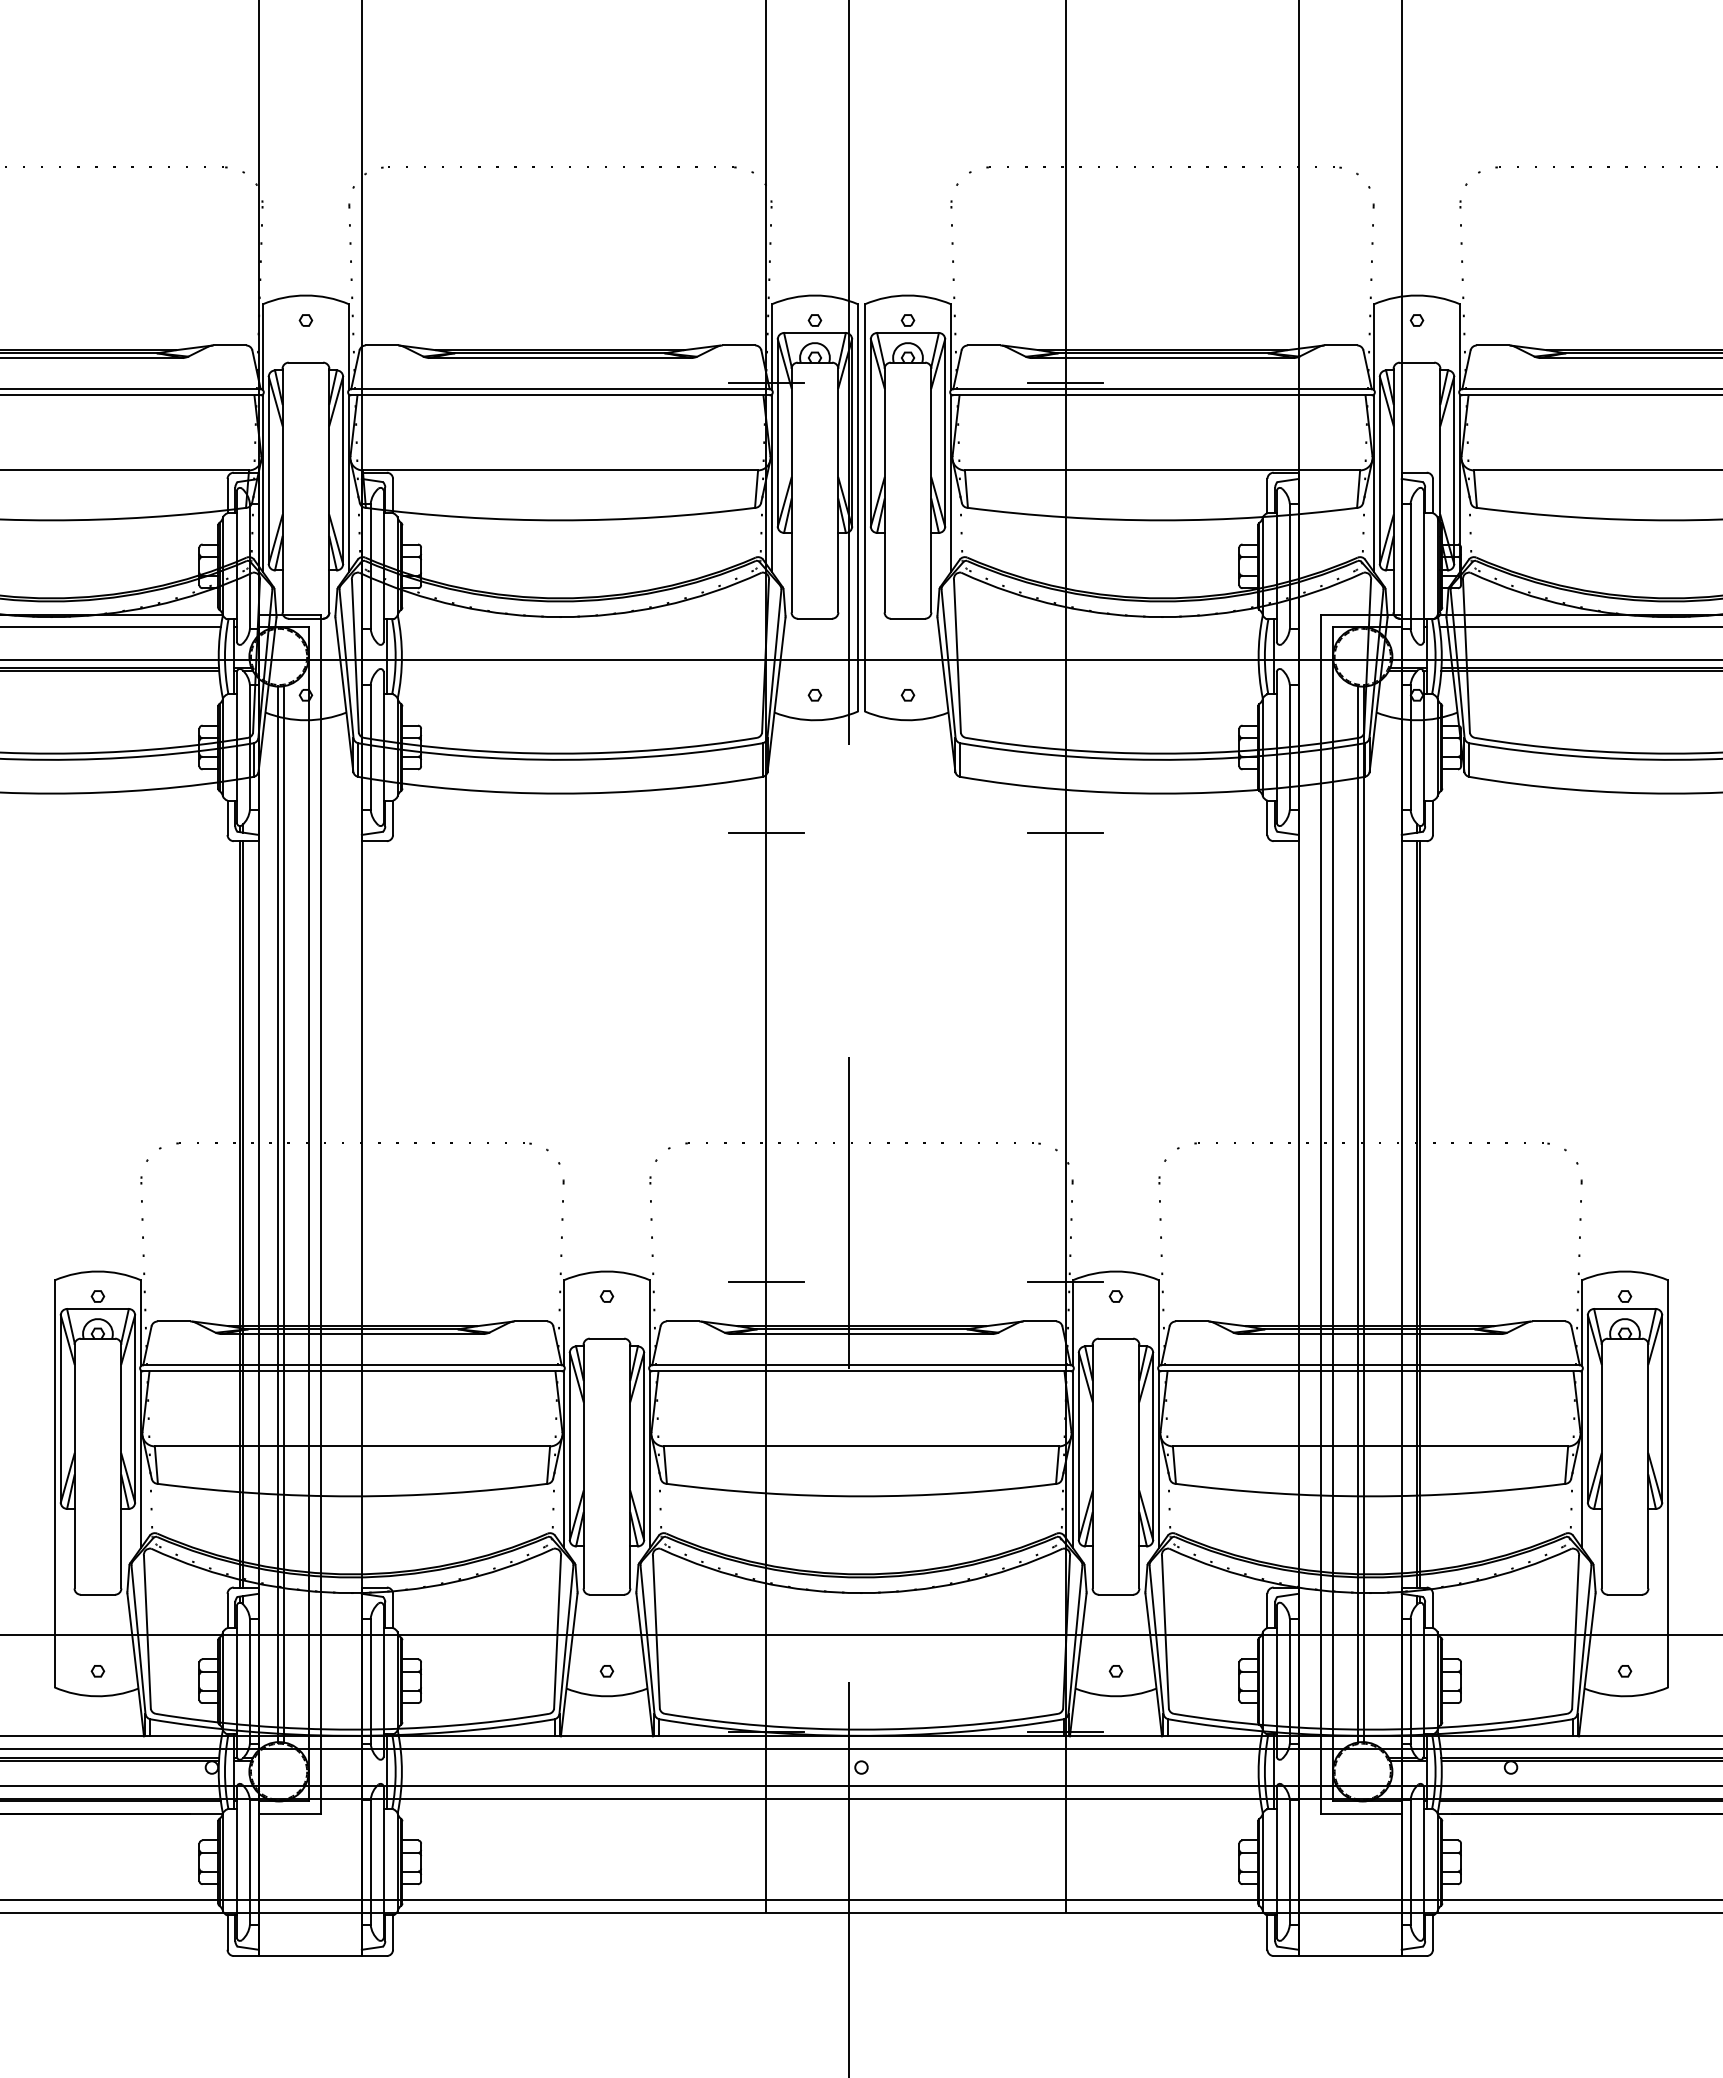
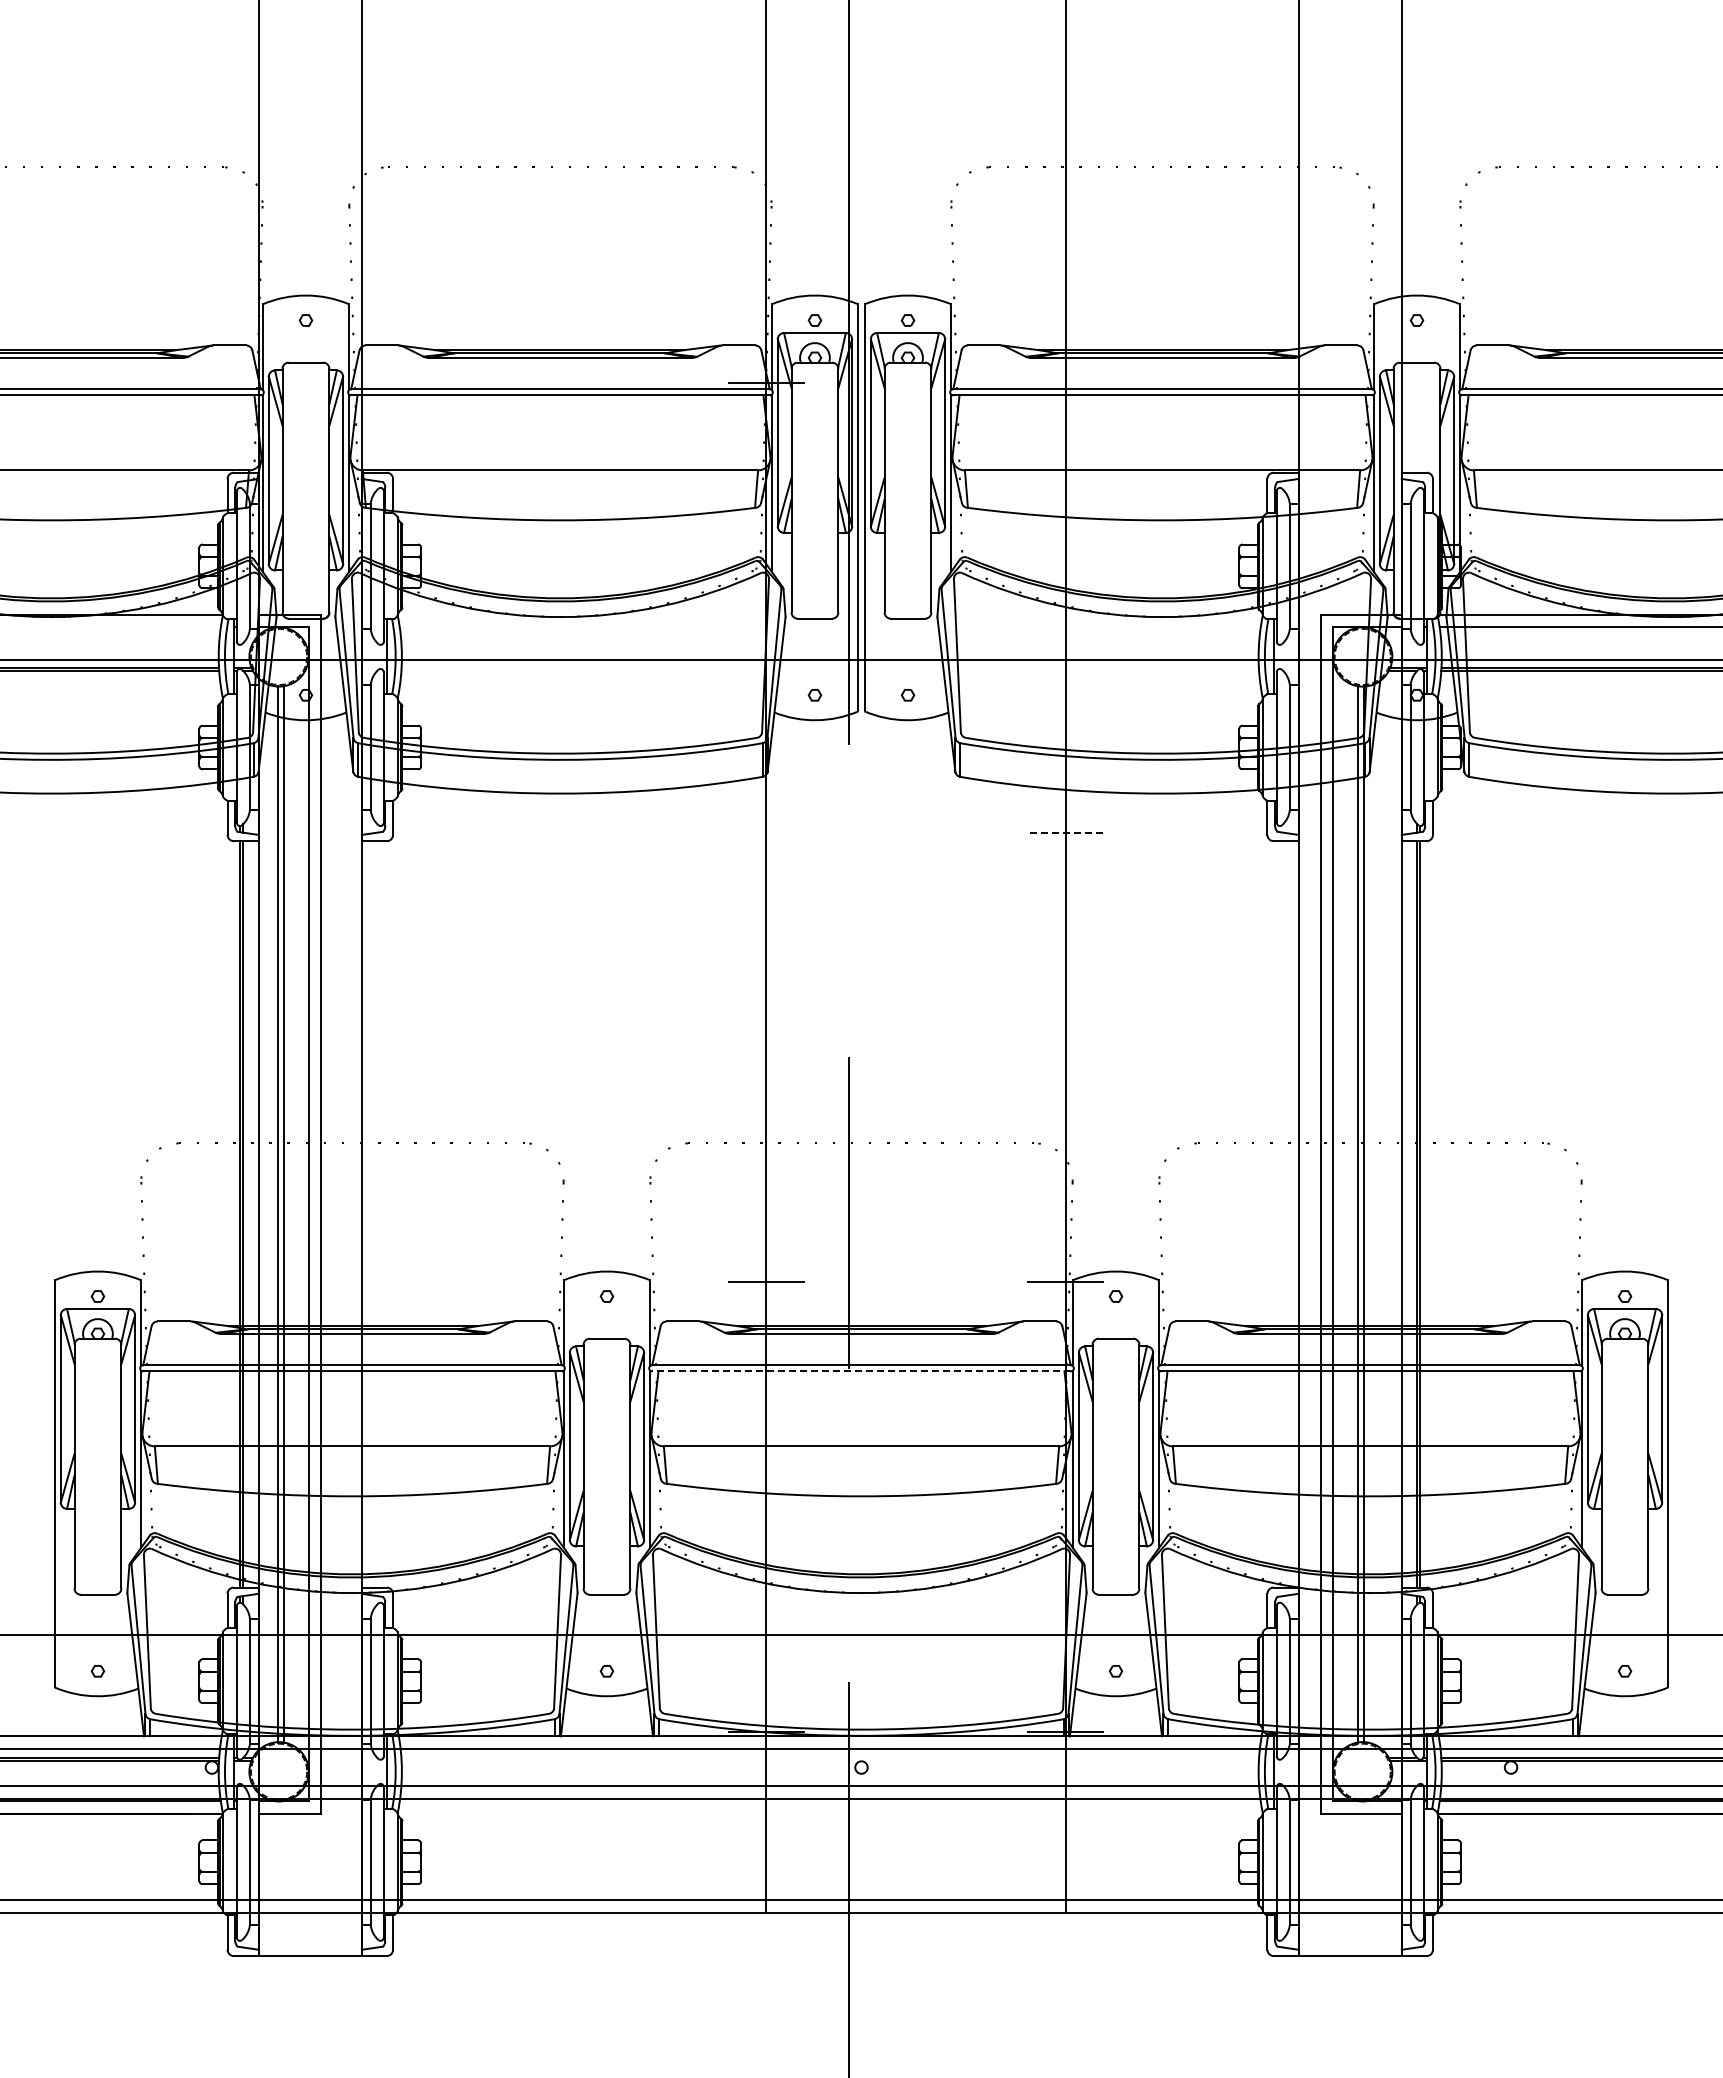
line at (1065, 383): present -> none
line at (111, 627): present -> none
line at (765, 832): present -> none
line at (1065, 832): solid -> dashed
line at (861, 1371): solid -> dashed
